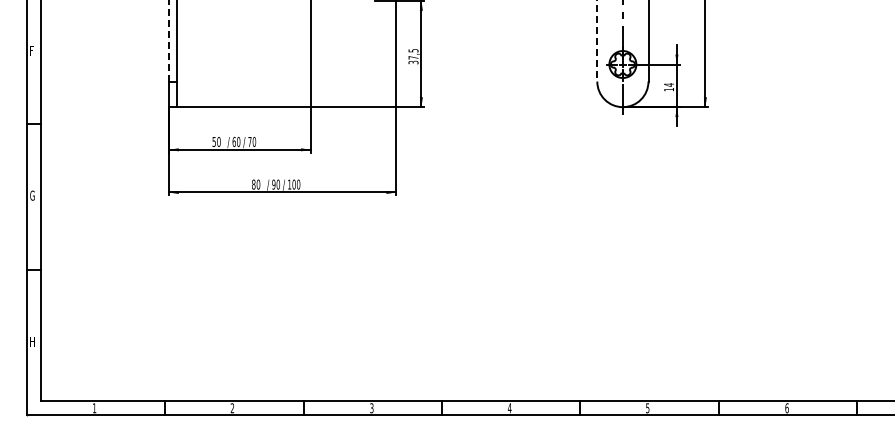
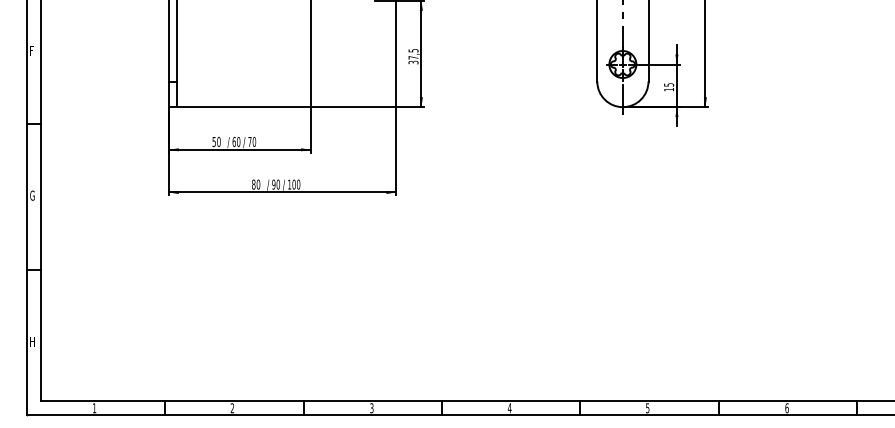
line at (168, 40): dashed -> solid
line at (597, 41): dashed -> solid
text at (669, 84): 14 -> 15
